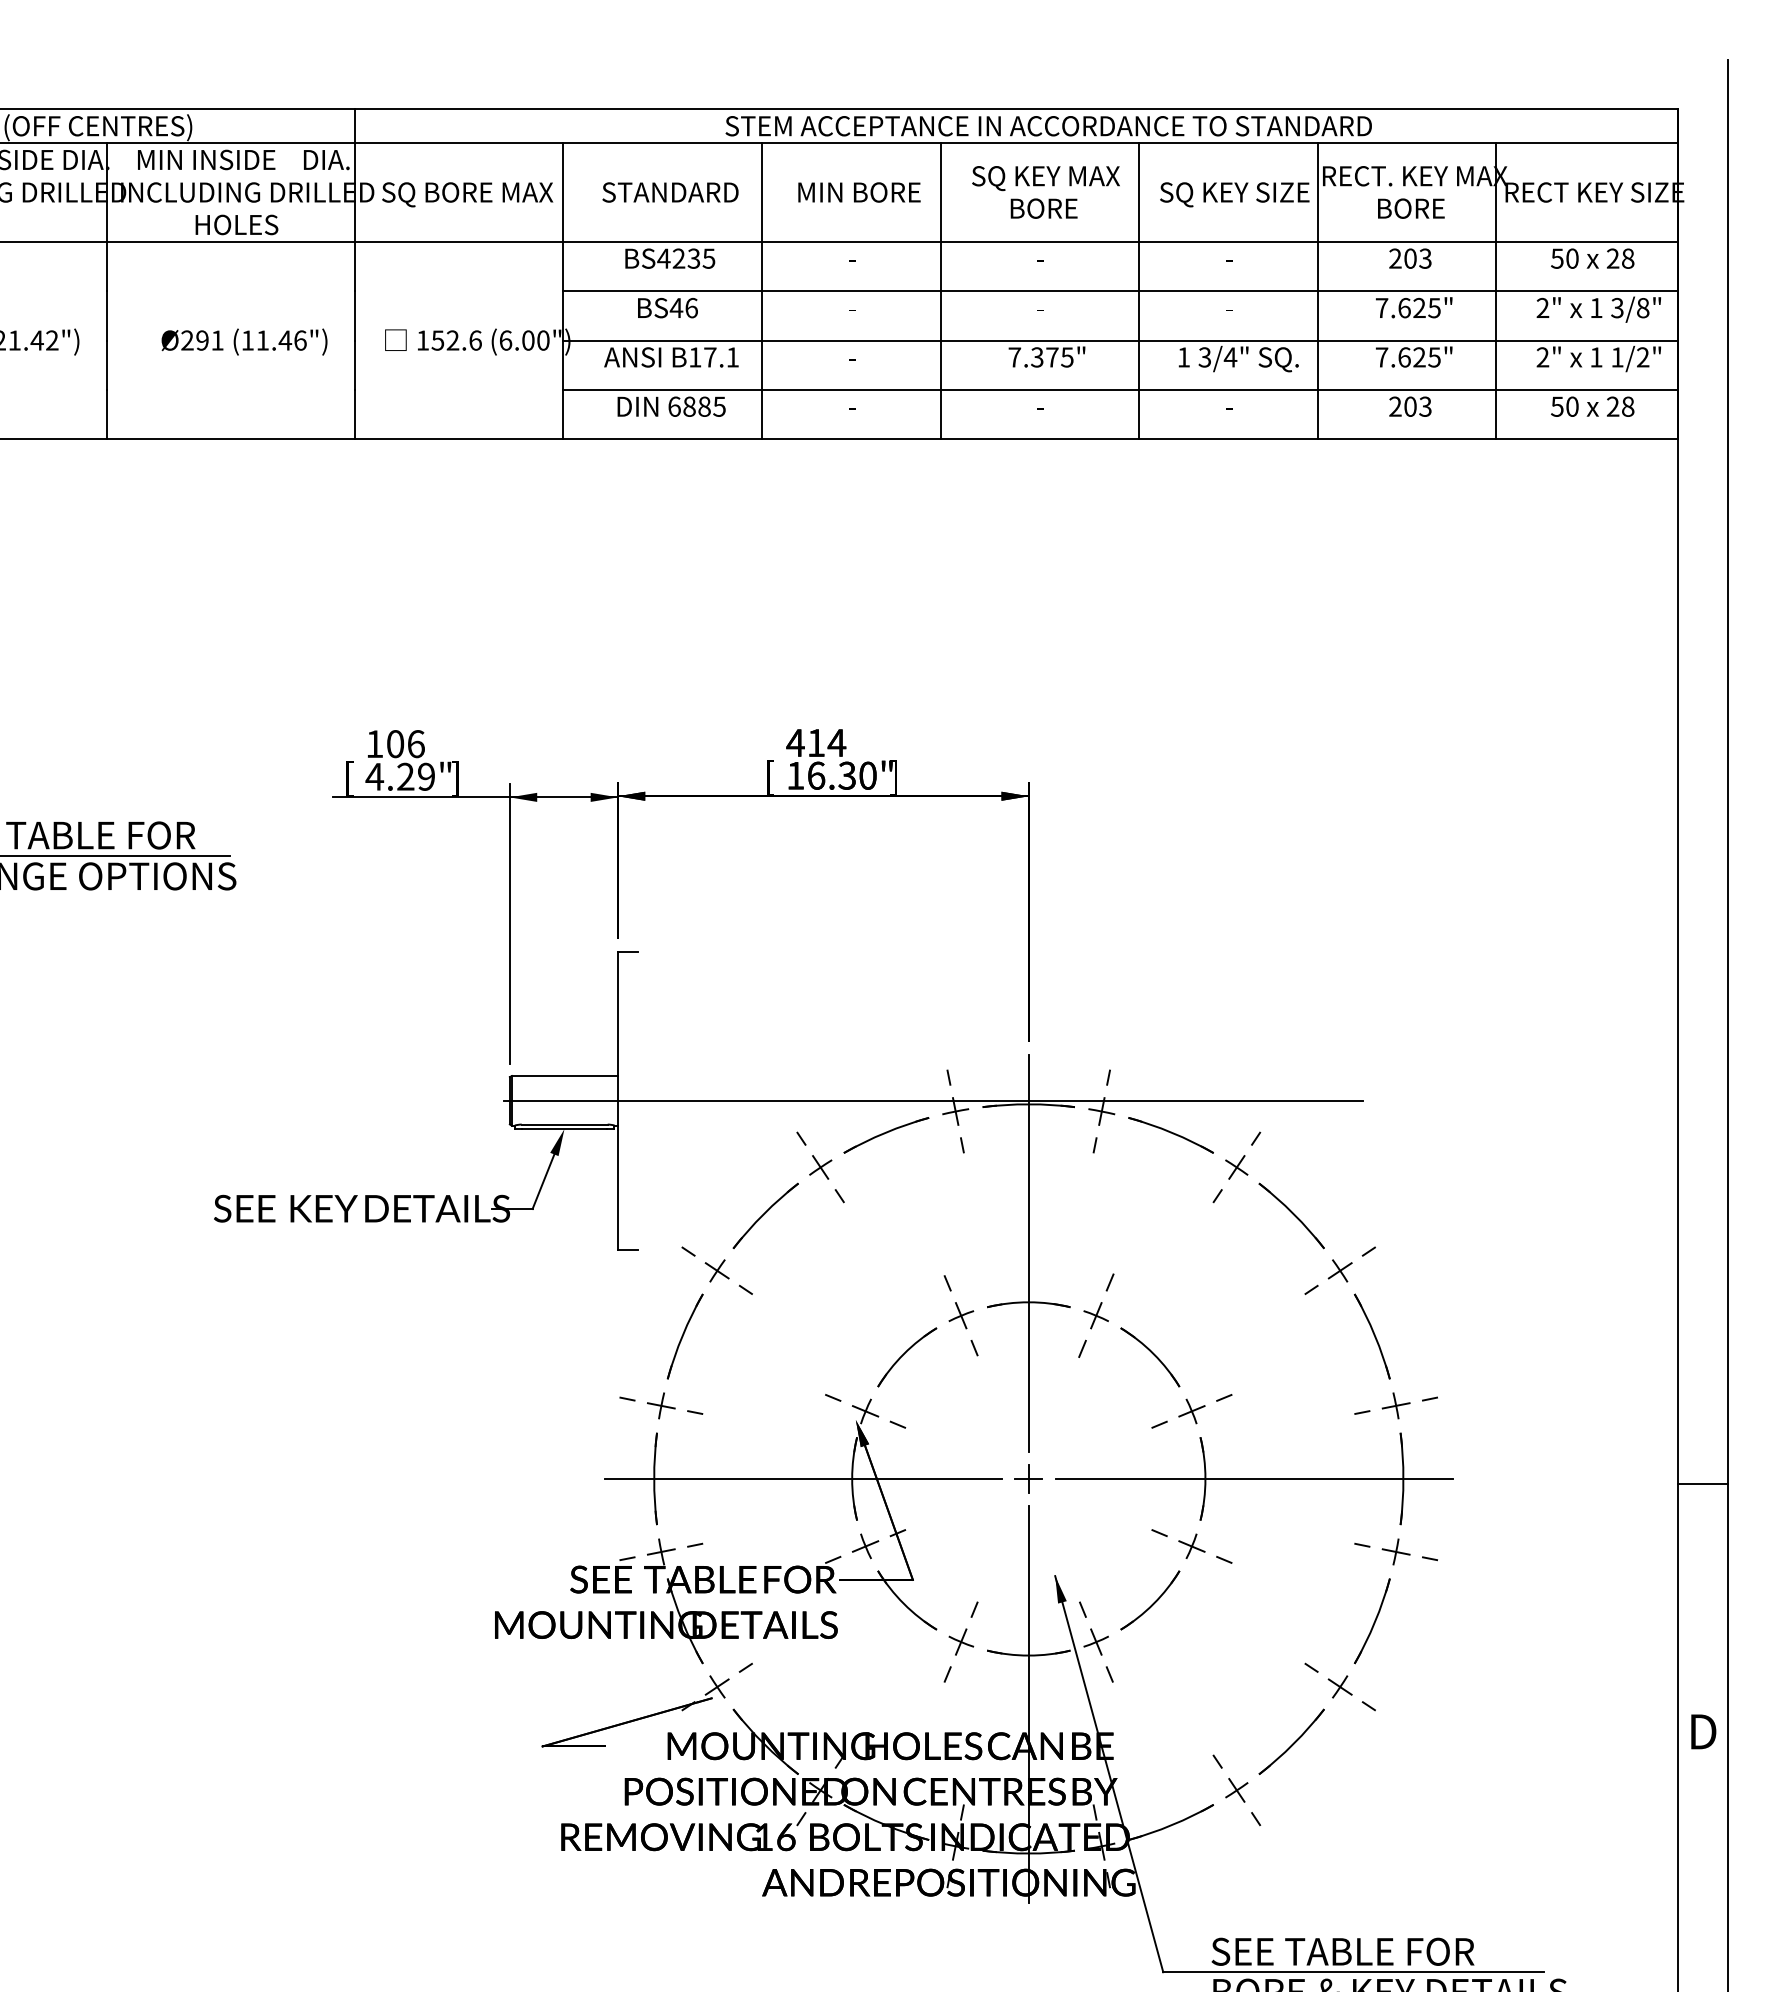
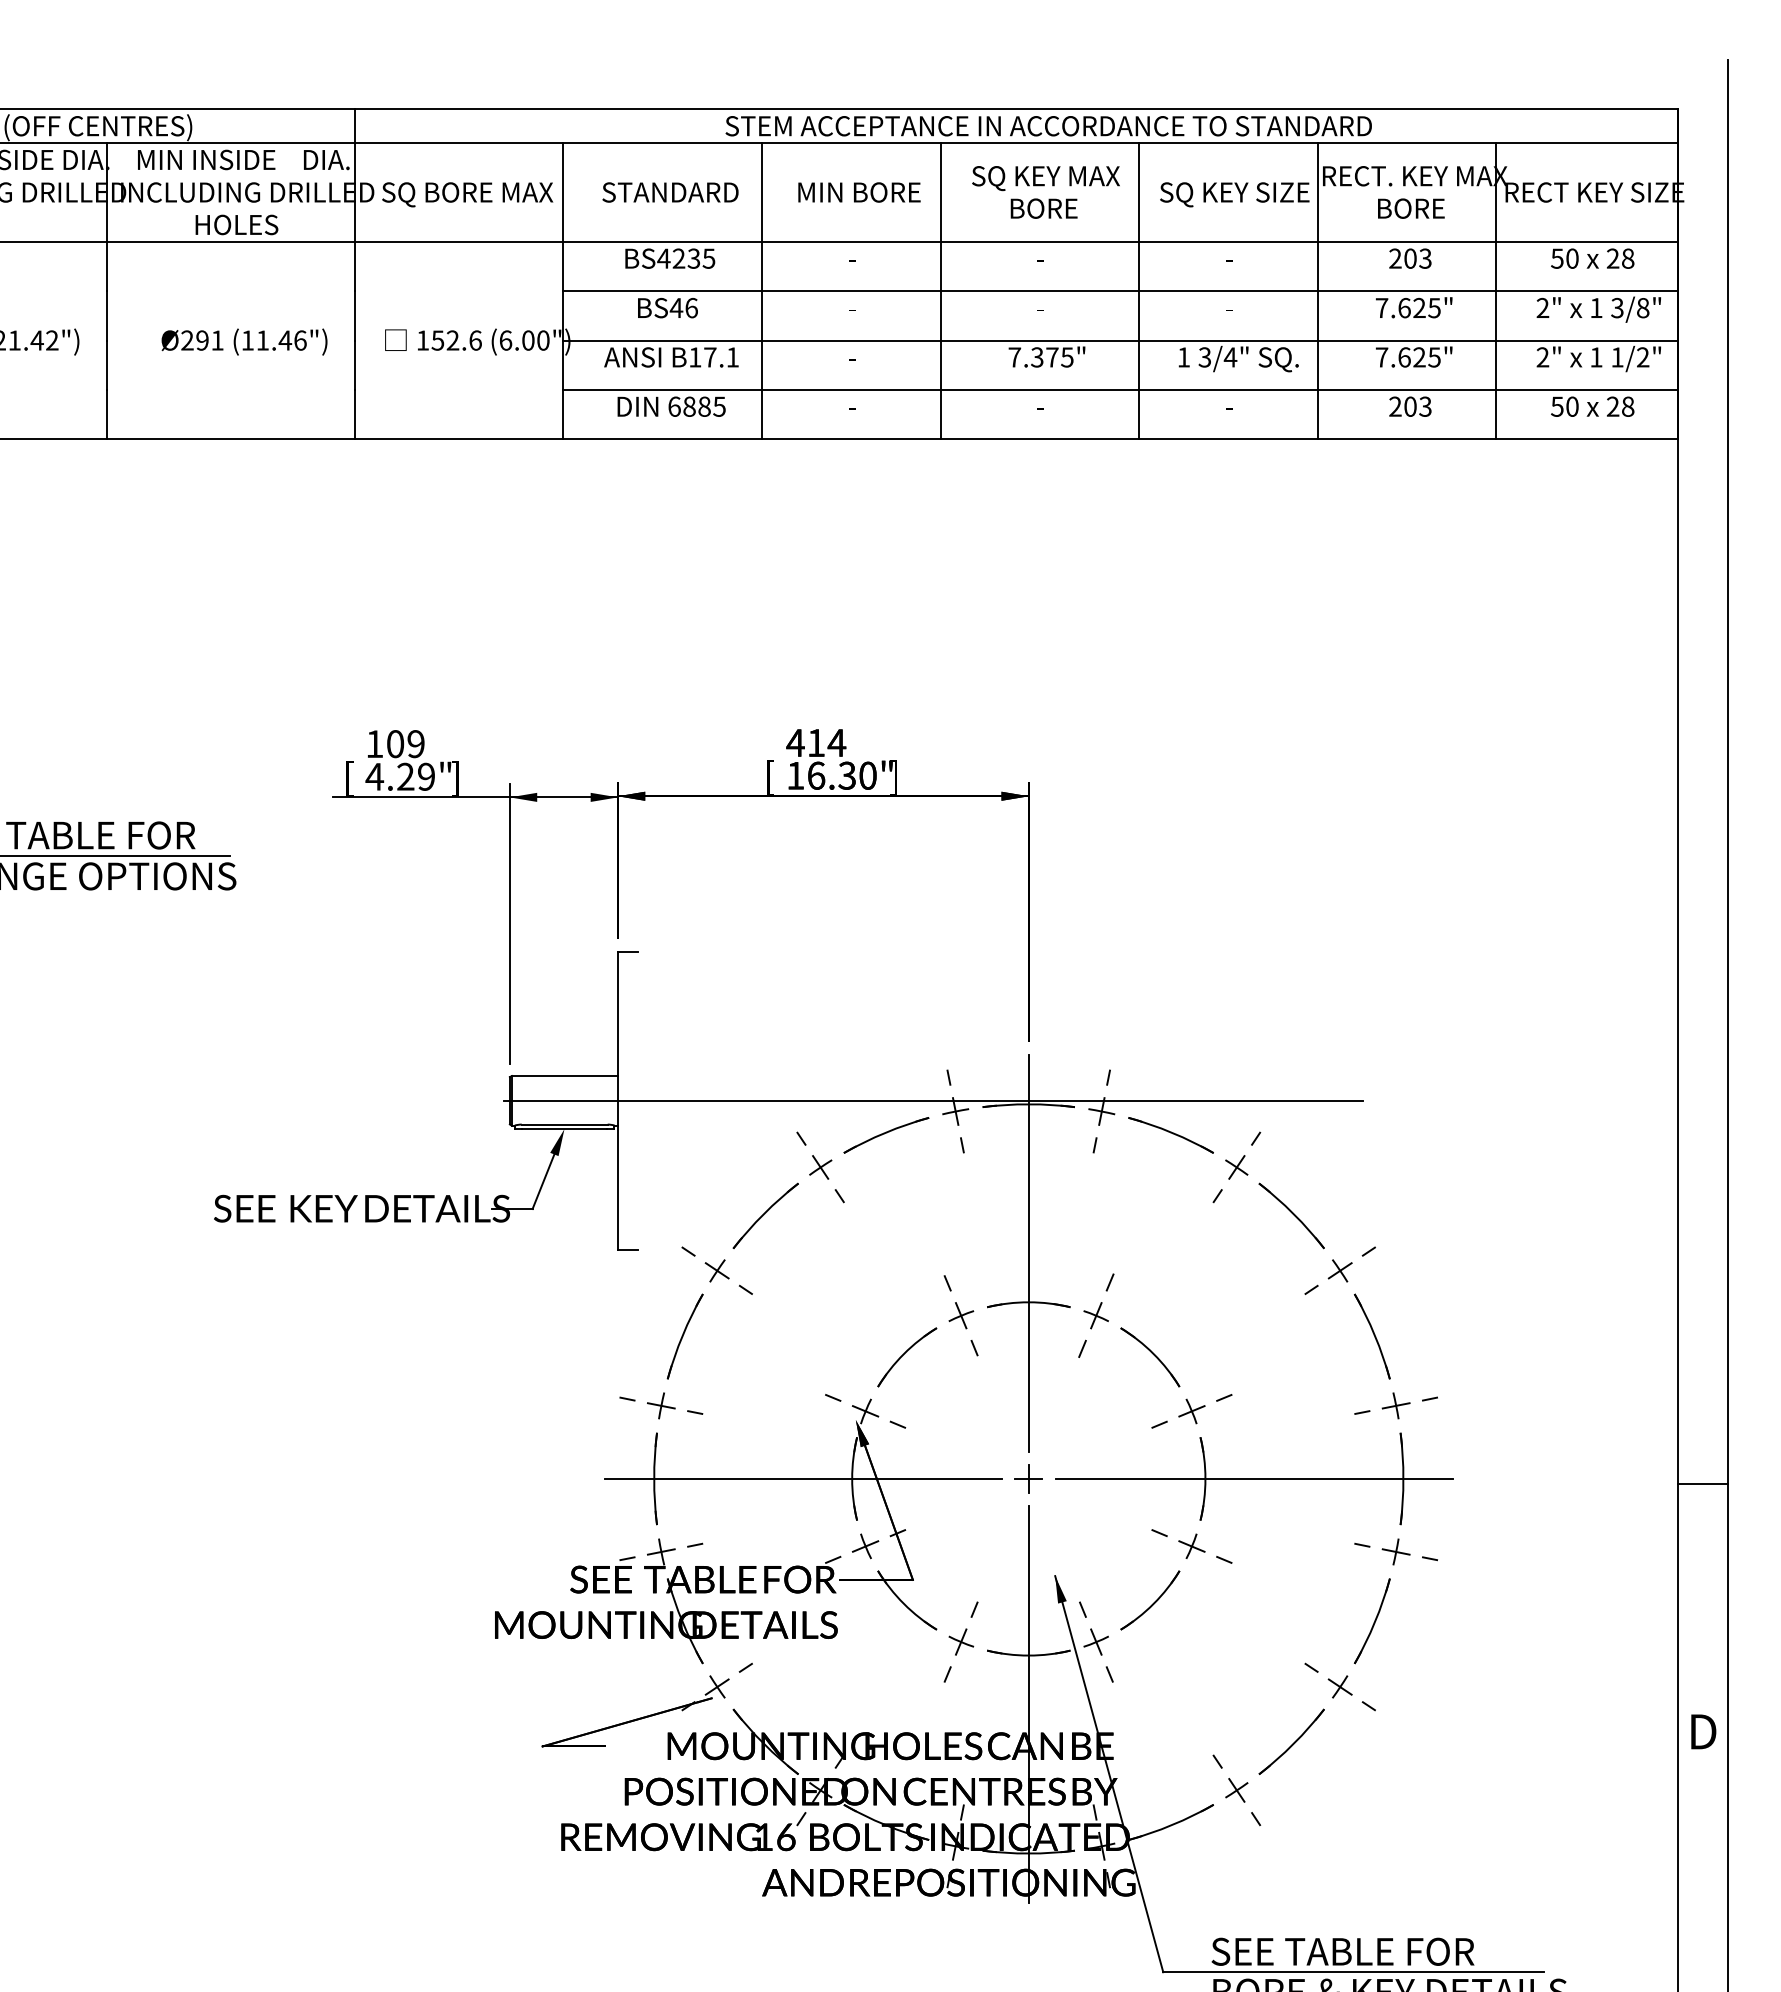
text at (415, 744): 106 -> 109
